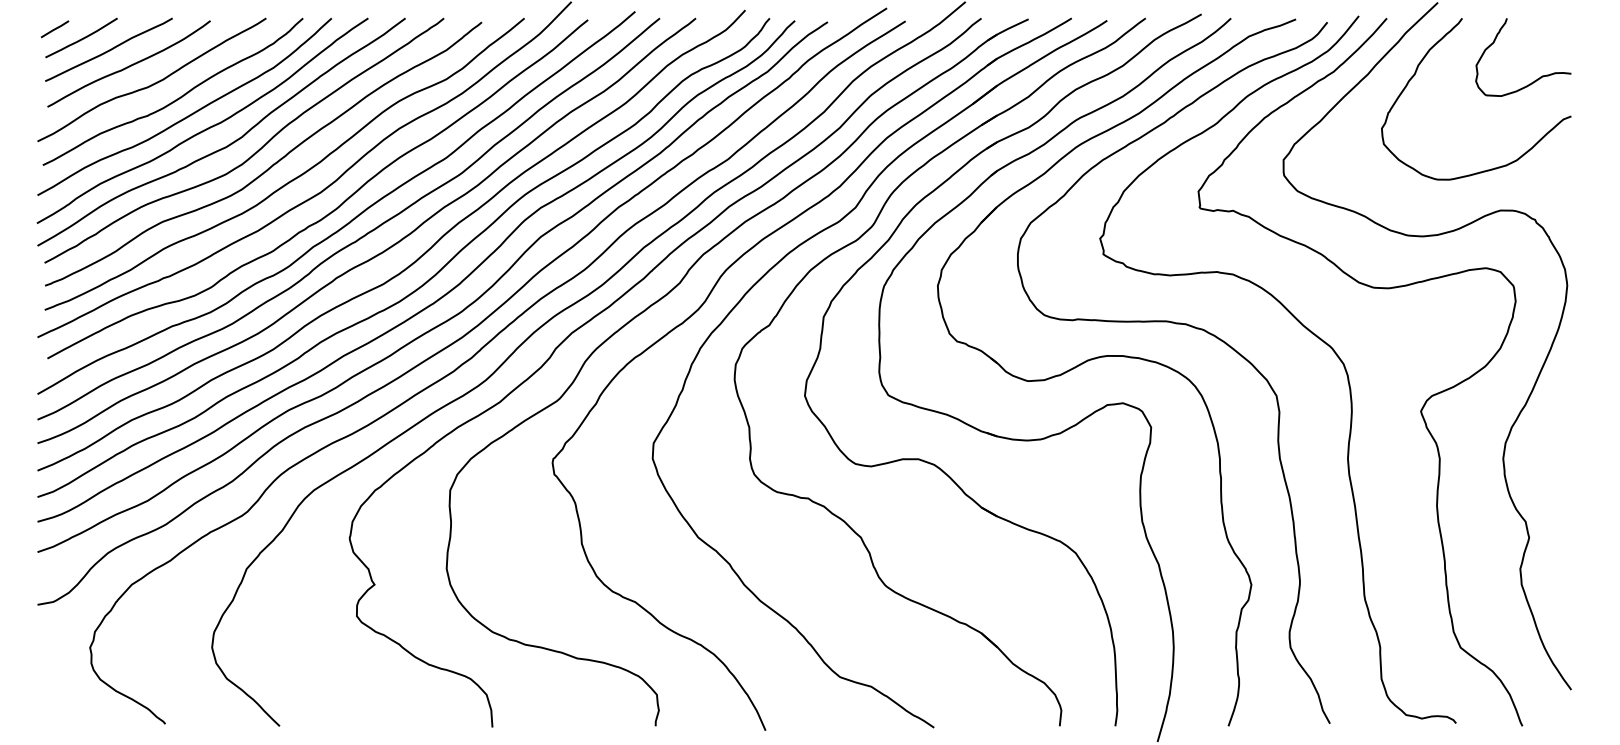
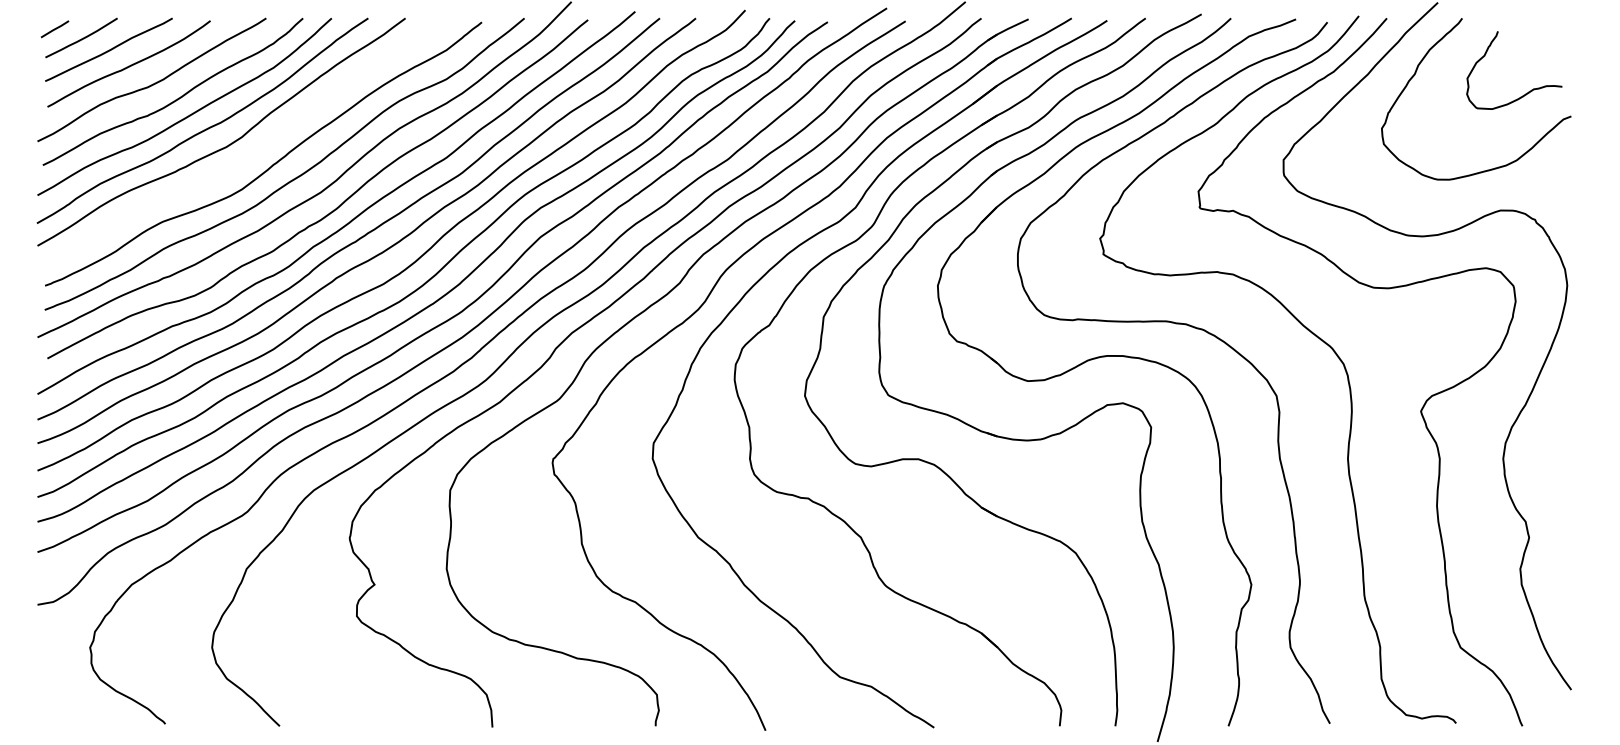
curve at (1537, 78) position: (1537, 78) -> (1528, 91)
curve at (253, 153): present -> none
